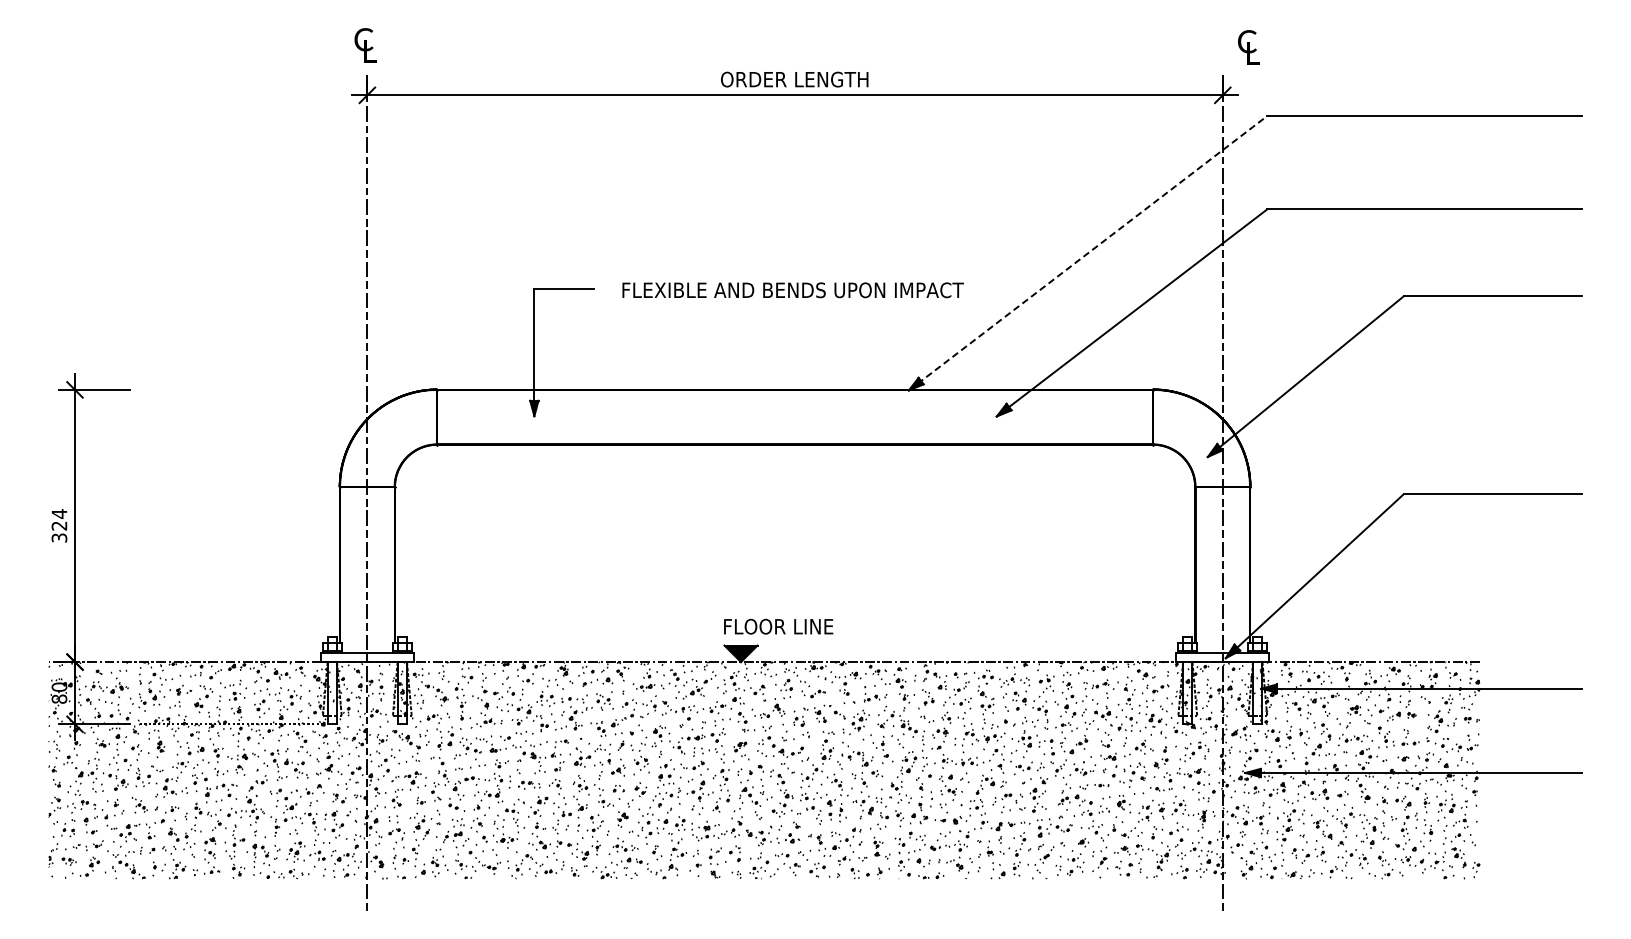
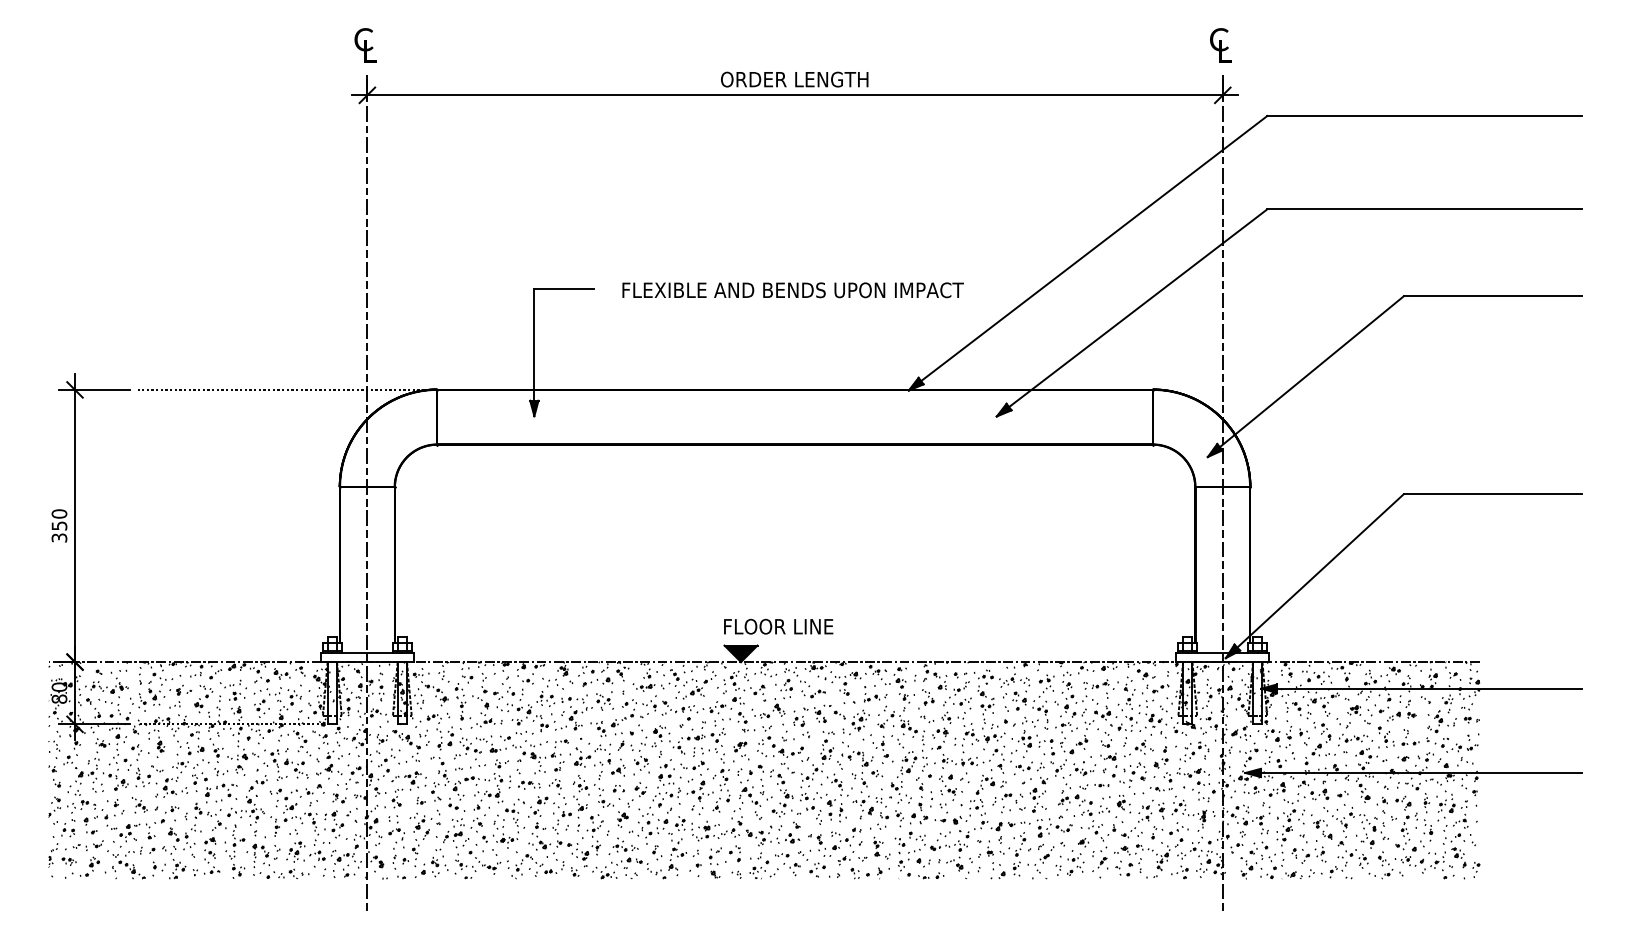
text at (1248, 47) position: (1248, 47) -> (1220, 45)
line at (1088, 253): dashed -> solid
line at (285, 389): none -> present
text at (59, 519): 324 -> 350
